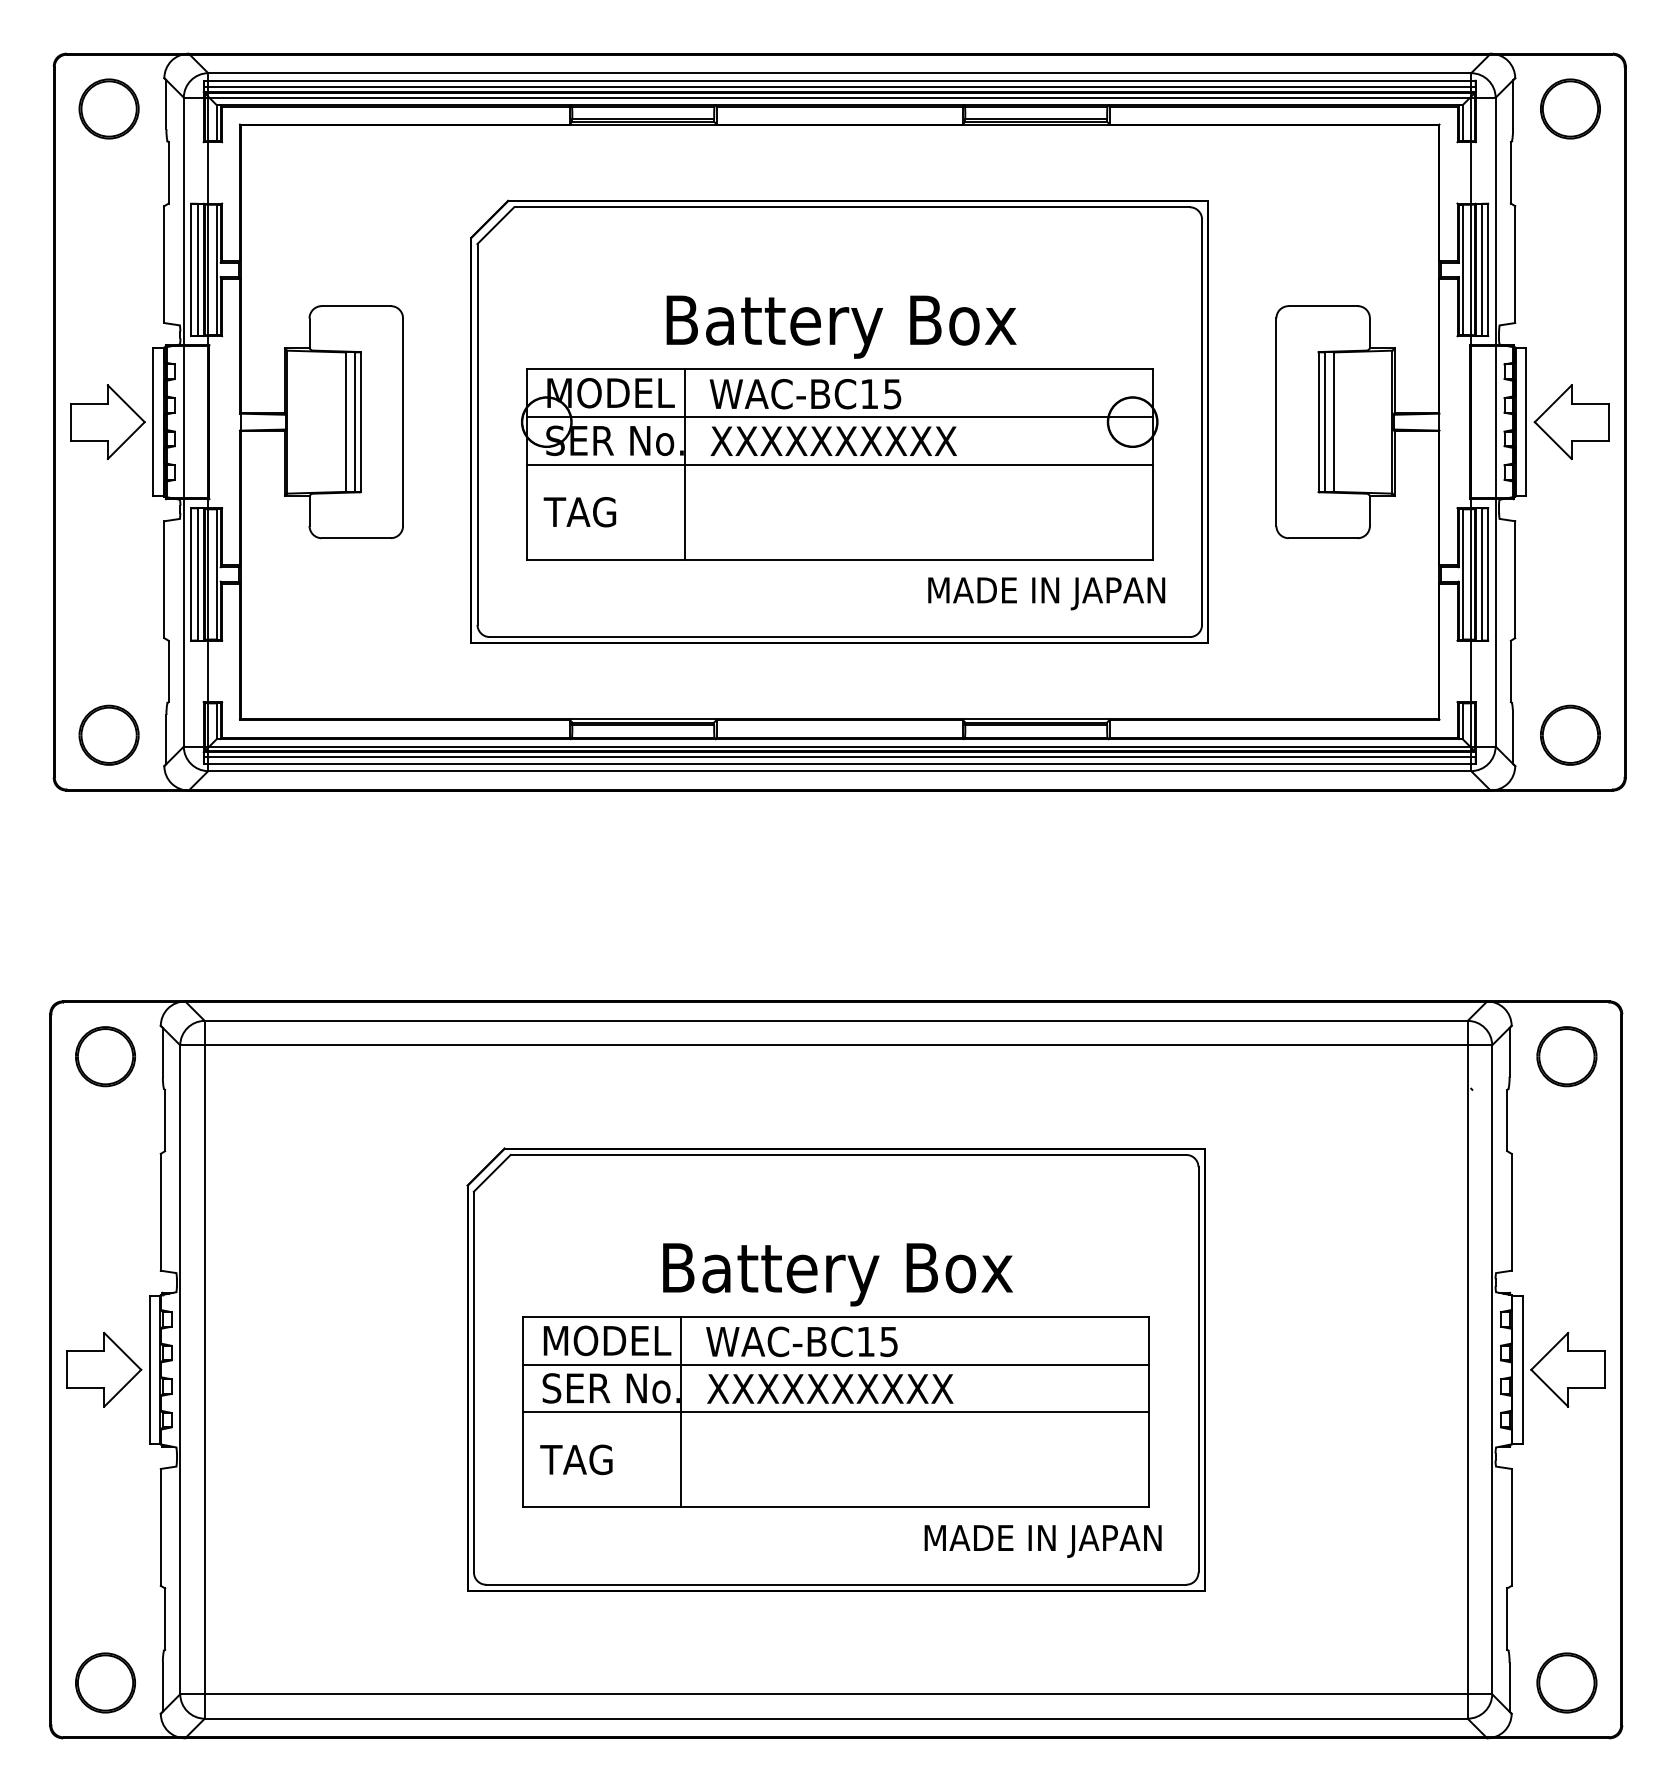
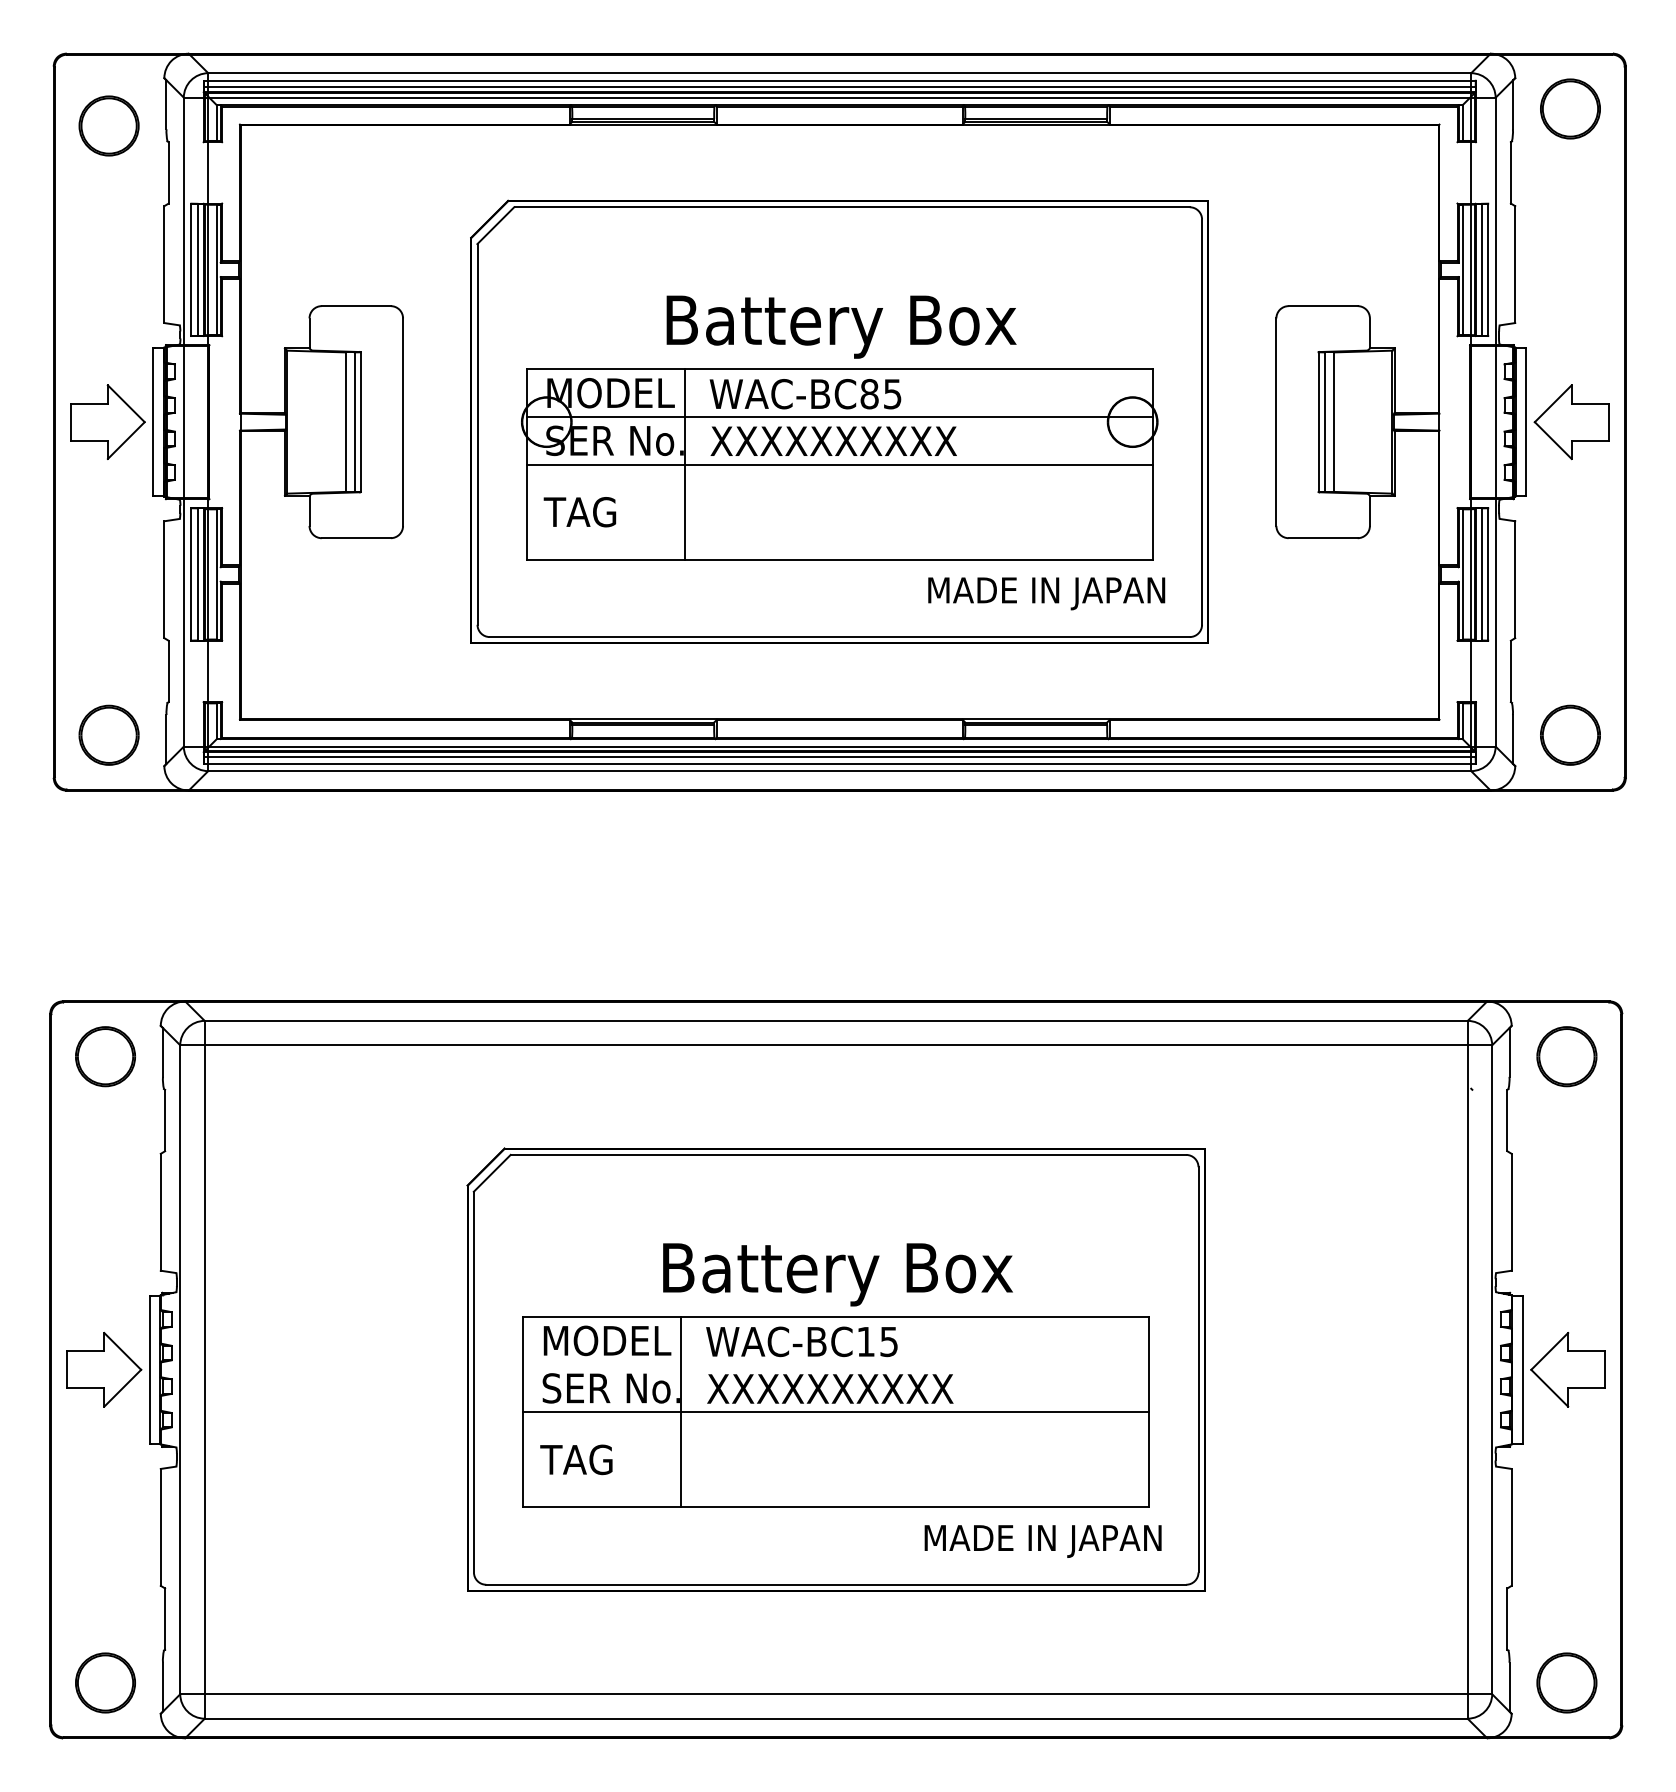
part at (108, 108) position: (108, 108) -> (108, 125)
text at (869, 394): WAC-BC15 -> WAC-BC85
line at (836, 1364): present -> none
